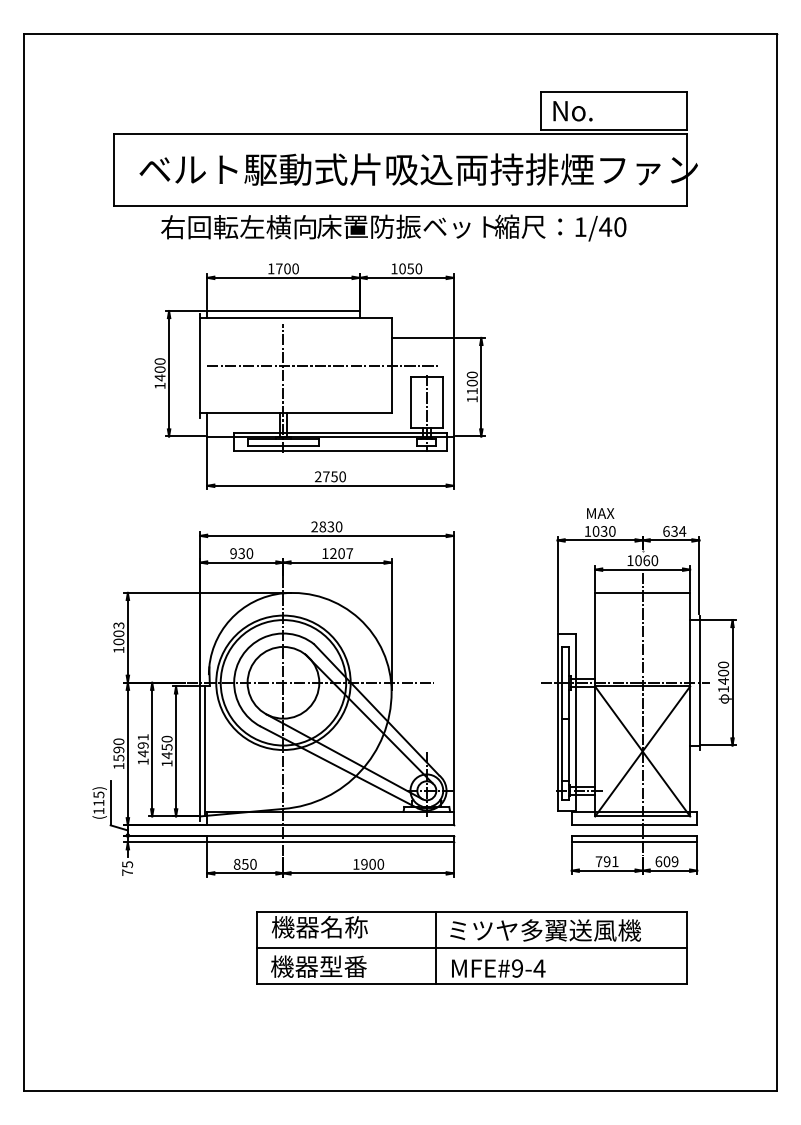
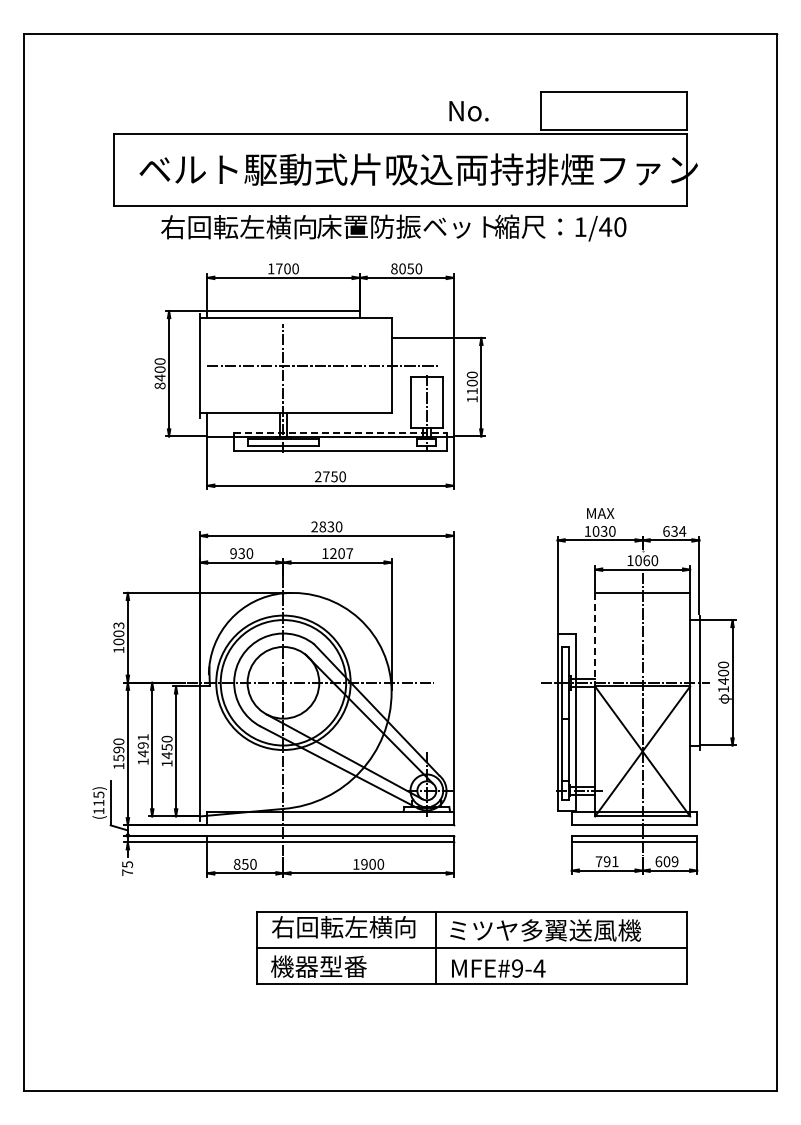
text at (572, 111) position: (572, 111) -> (468, 111)
text at (394, 268): 1050 -> 8050
text at (159, 385): 1400 -> 8400
line at (340, 432): solid -> dashed
line at (595, 637): solid -> dashed
line at (204, 751): present -> none
text at (343, 927): 機器名称 -> 右回転左横向
